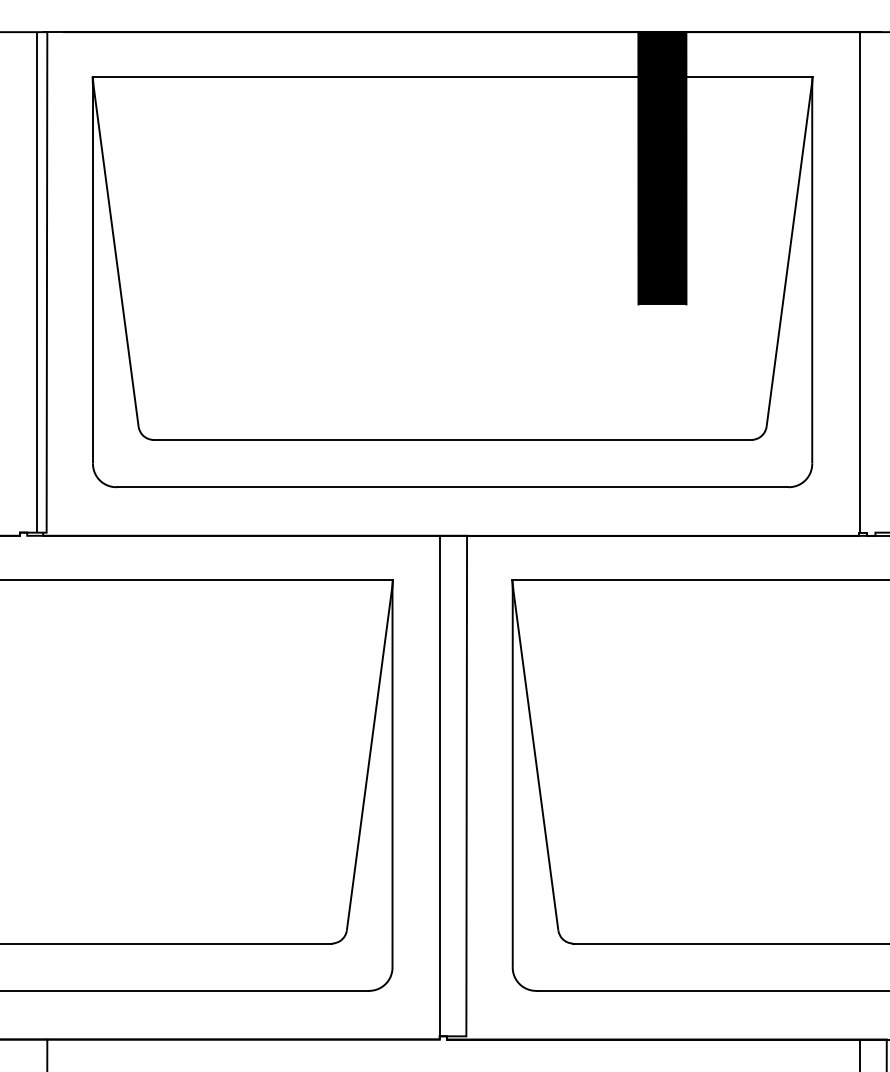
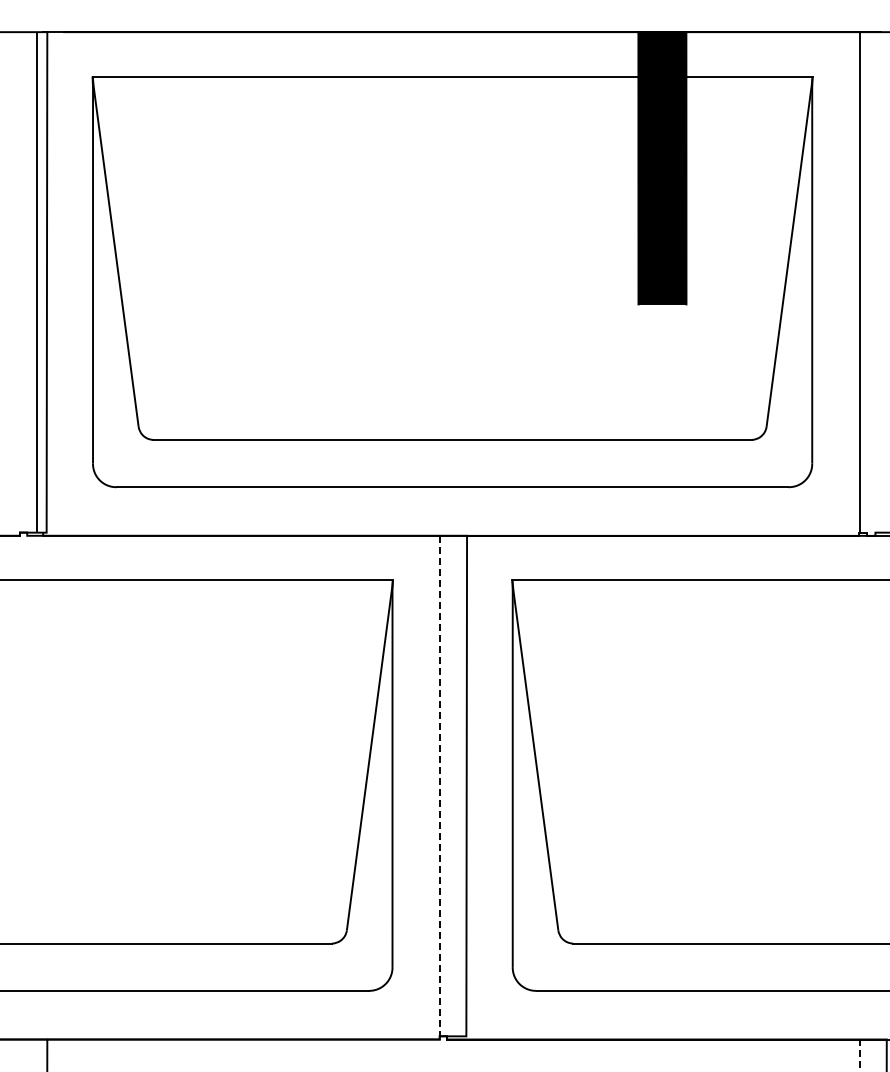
line at (440, 786): solid -> dashed
line at (860, 1055): solid -> dashed
